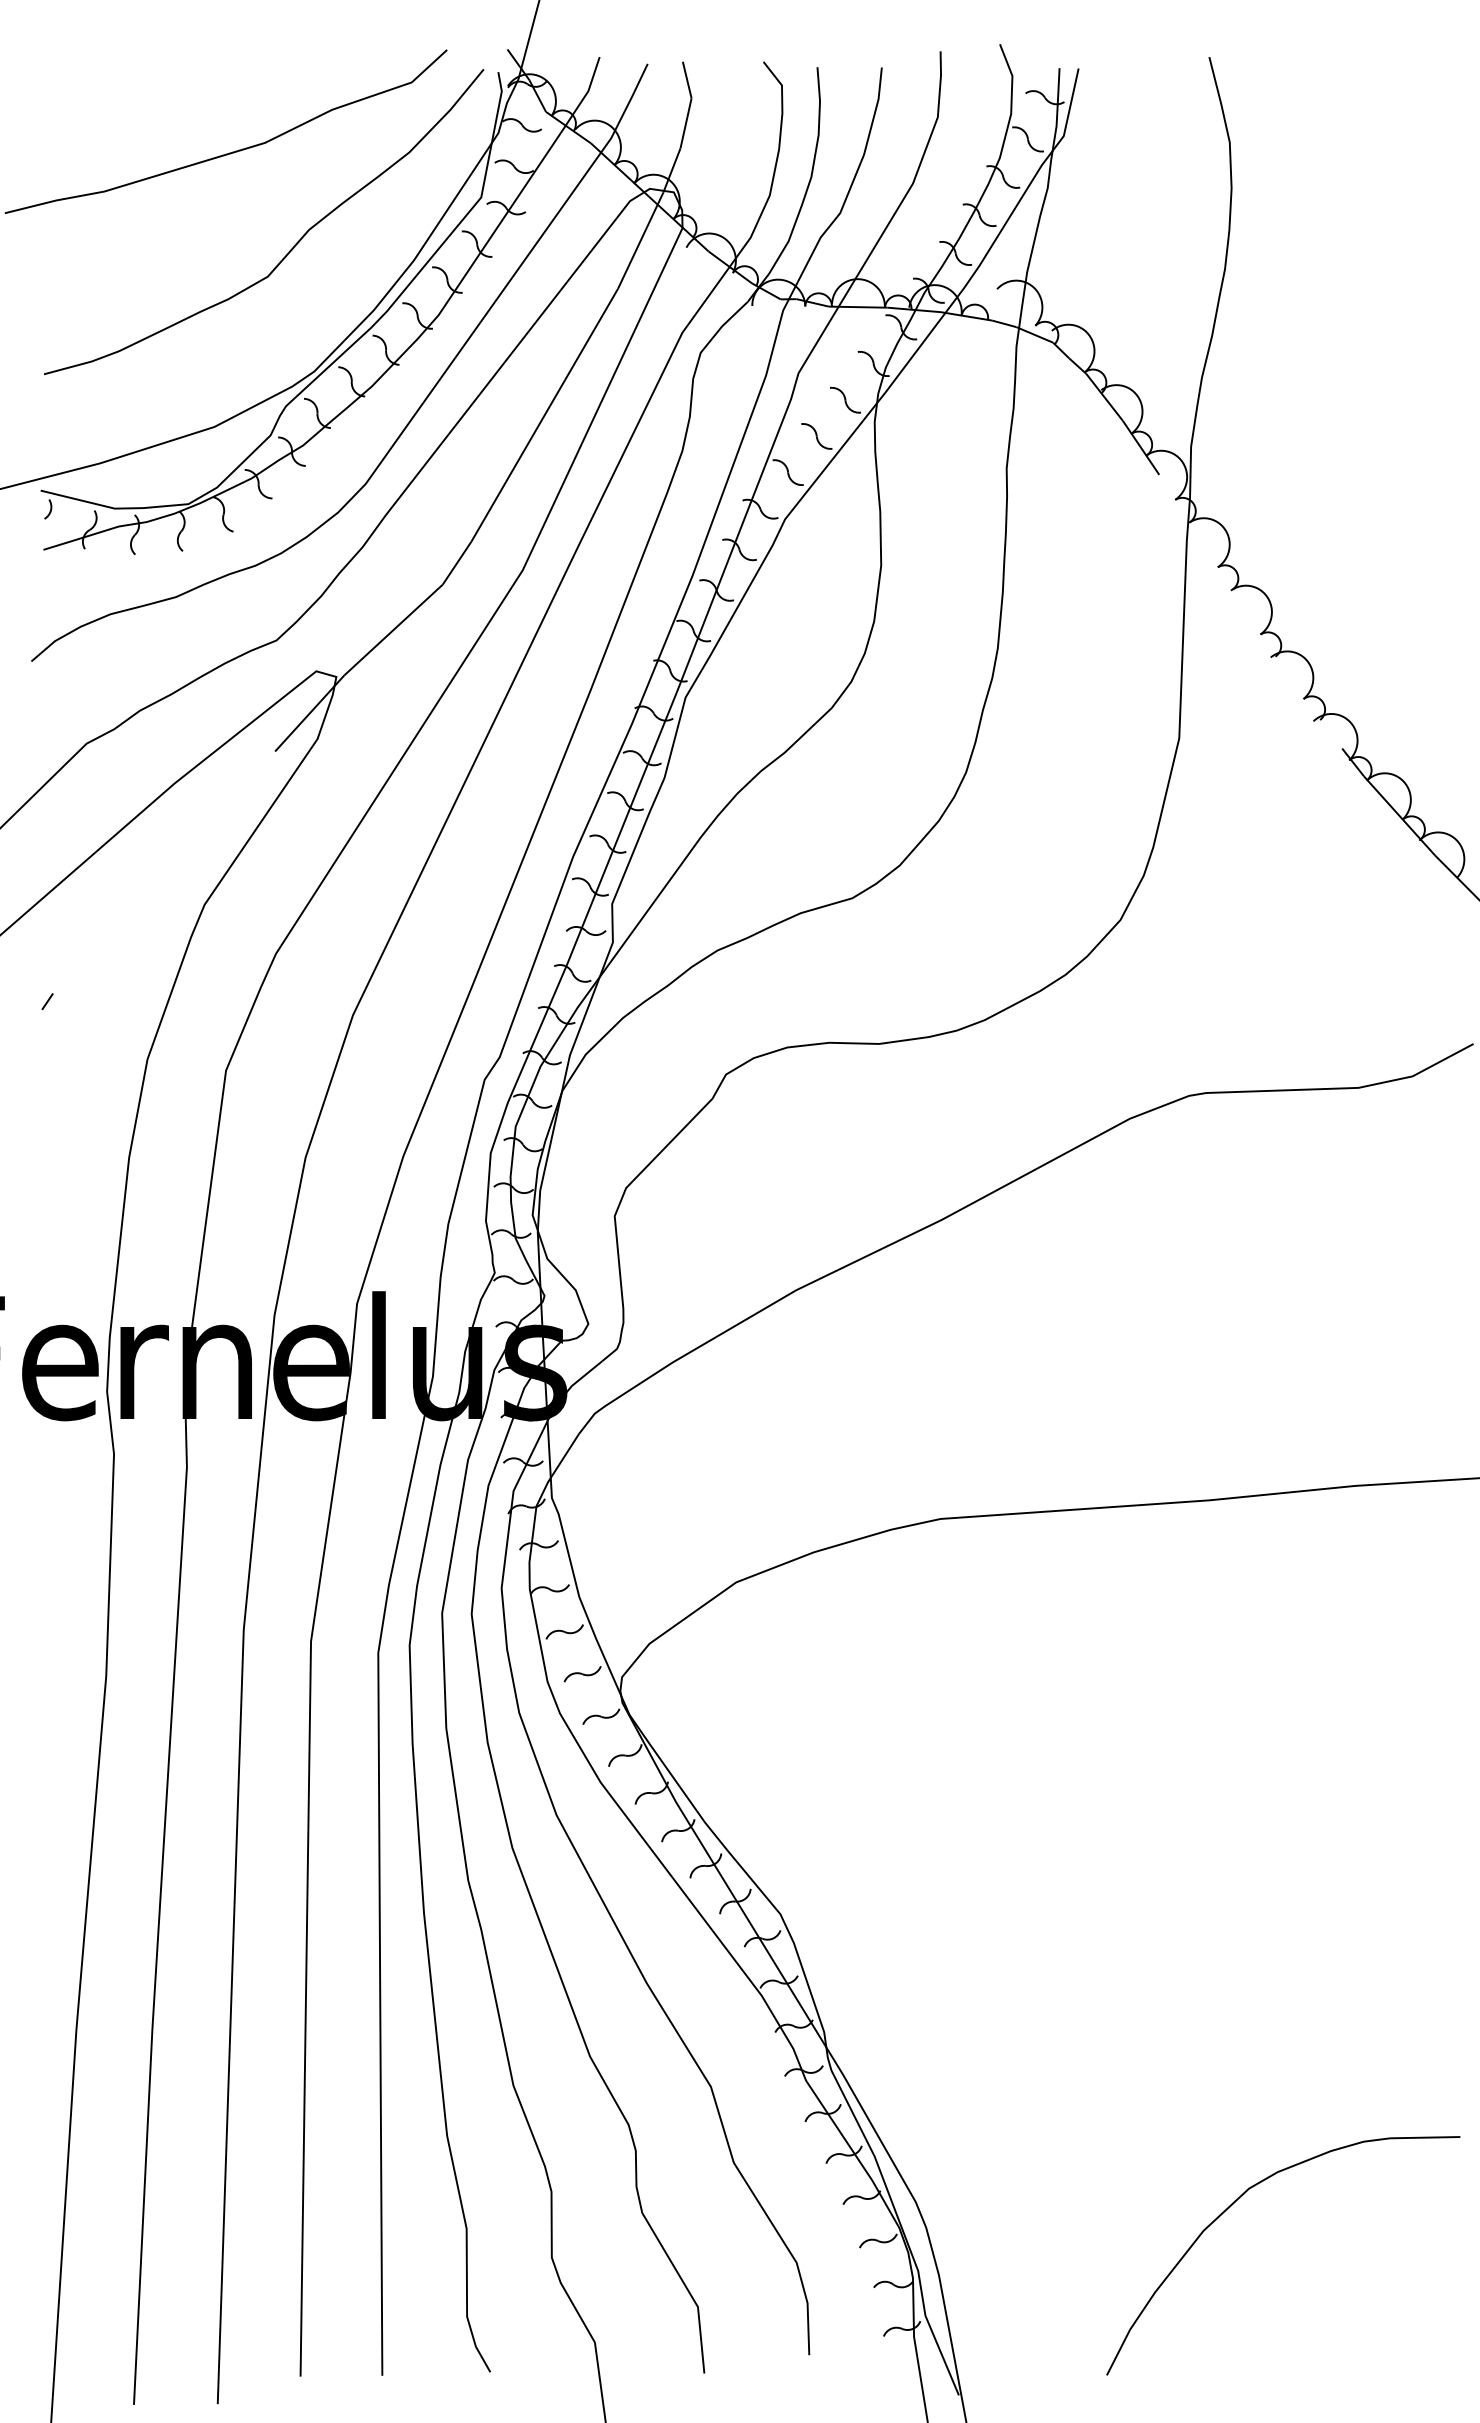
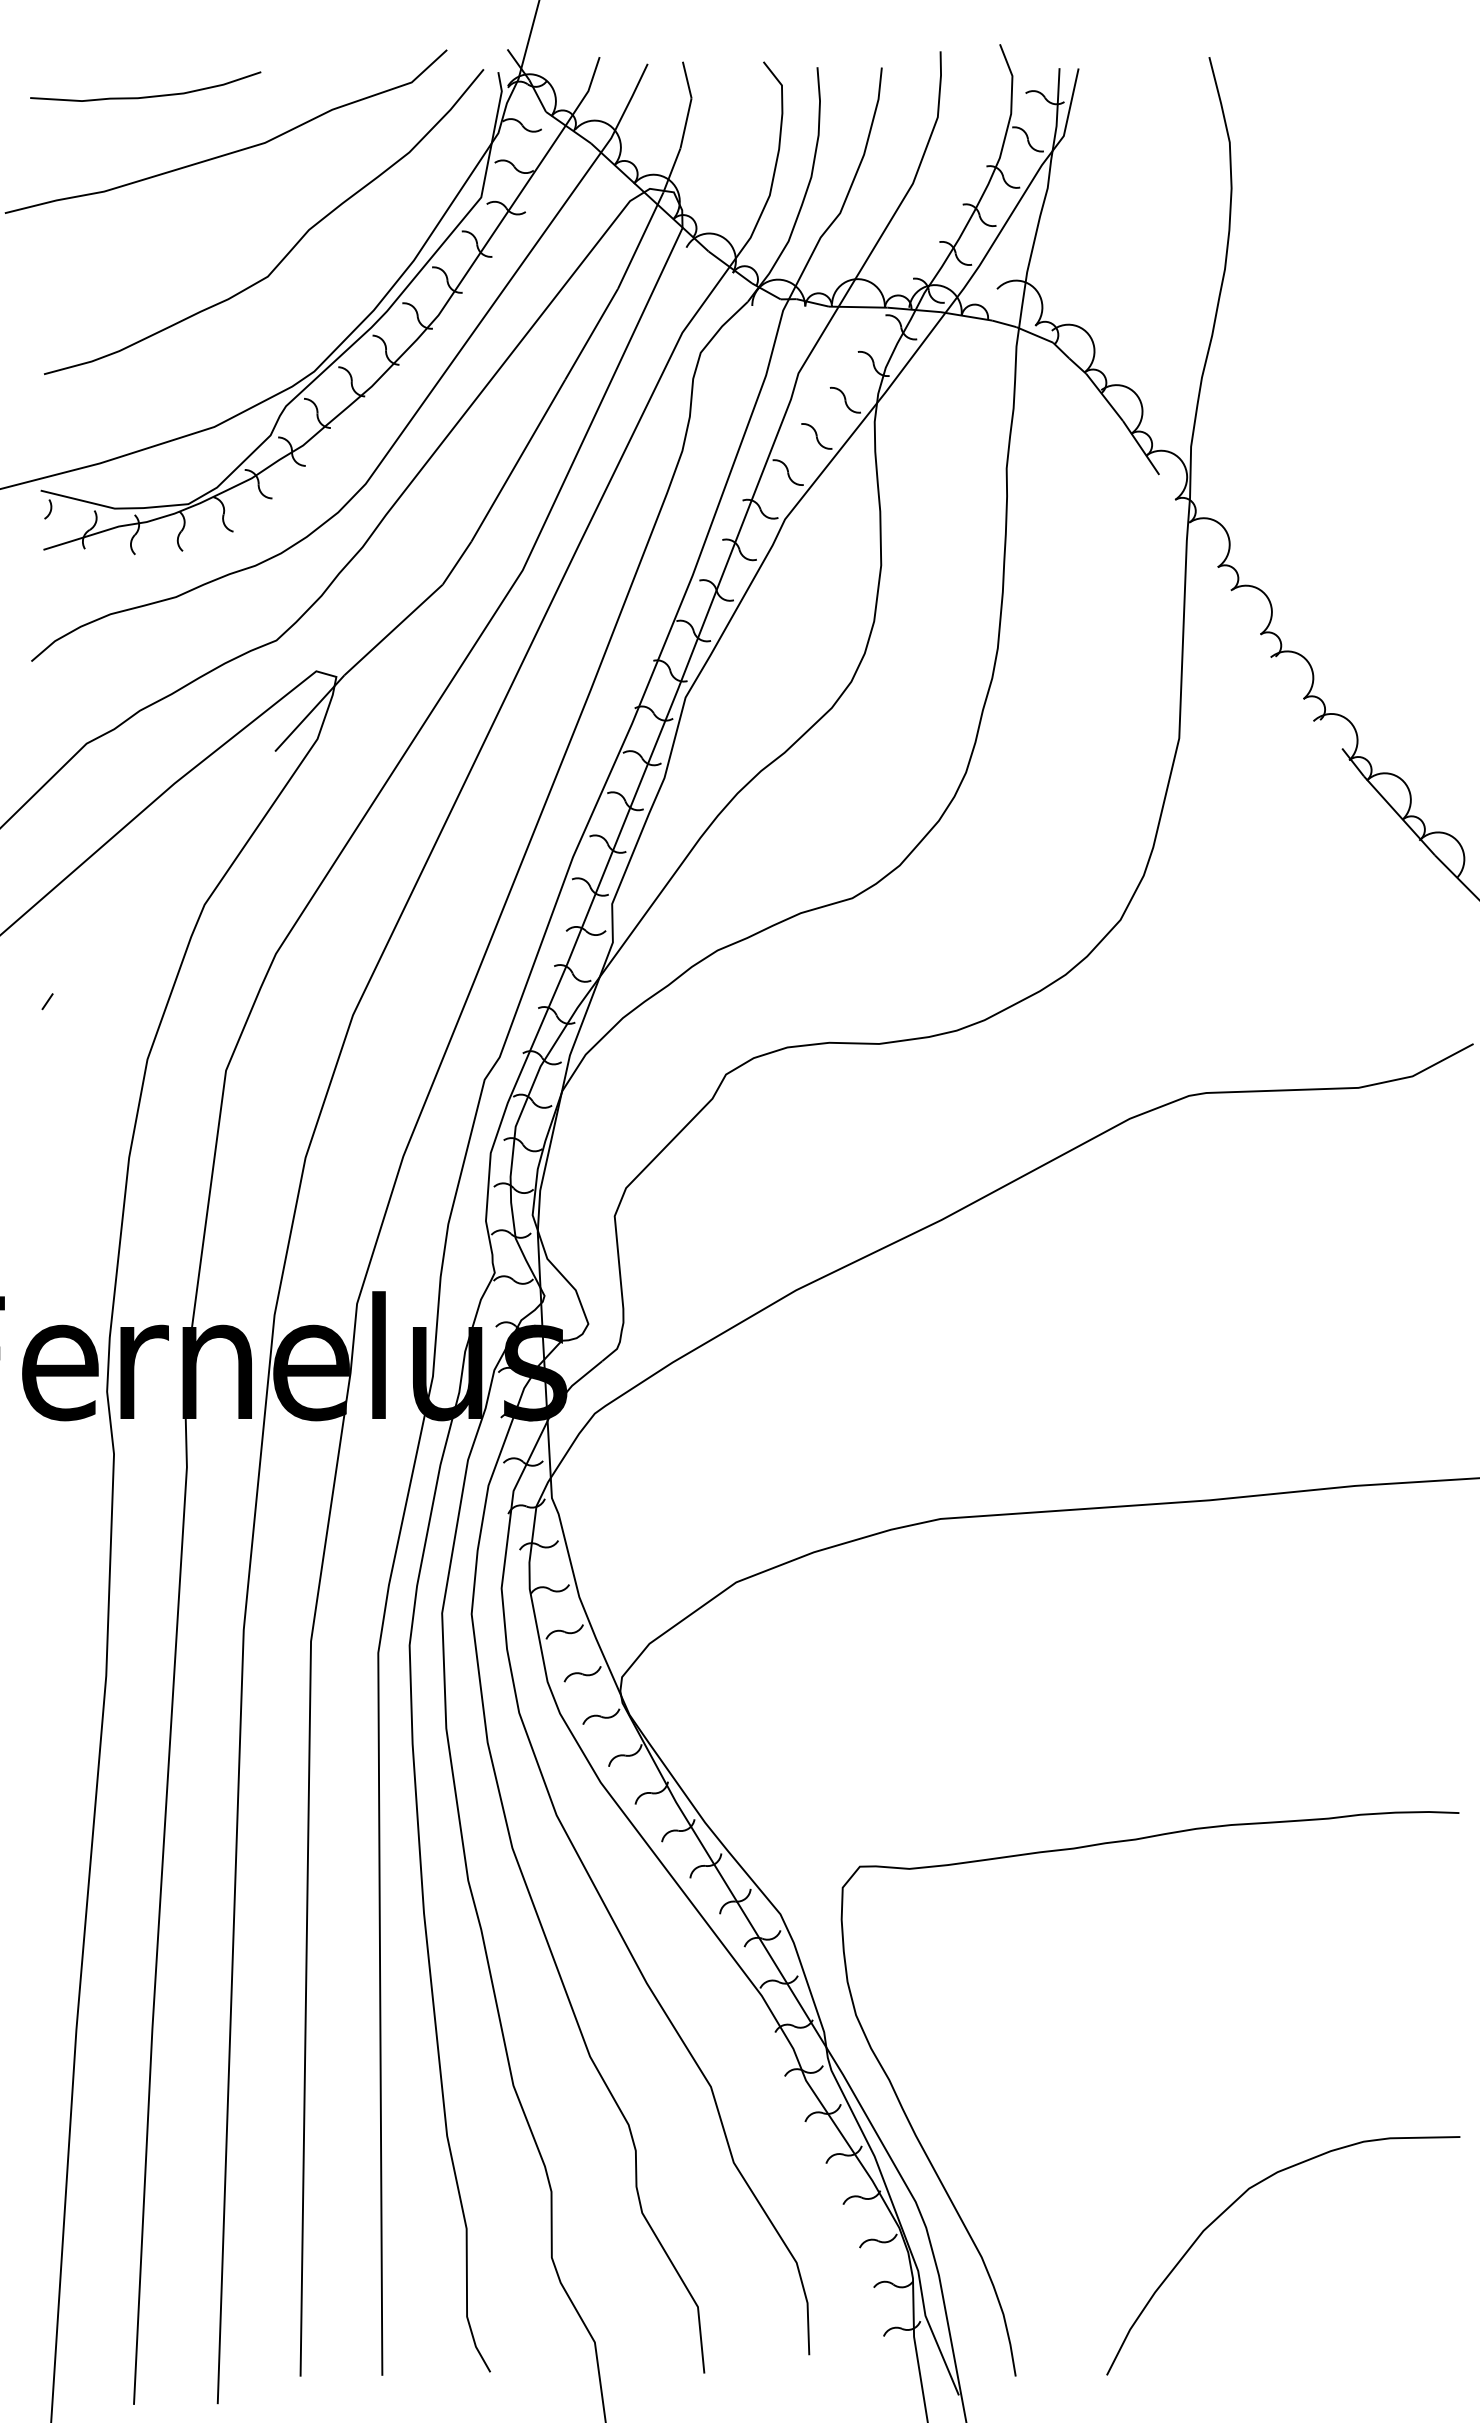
curve at (145, 96): none -> present
curve at (953, 2202): none -> present
